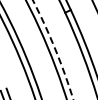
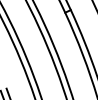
arc at (54, 48): dashed -> solid
